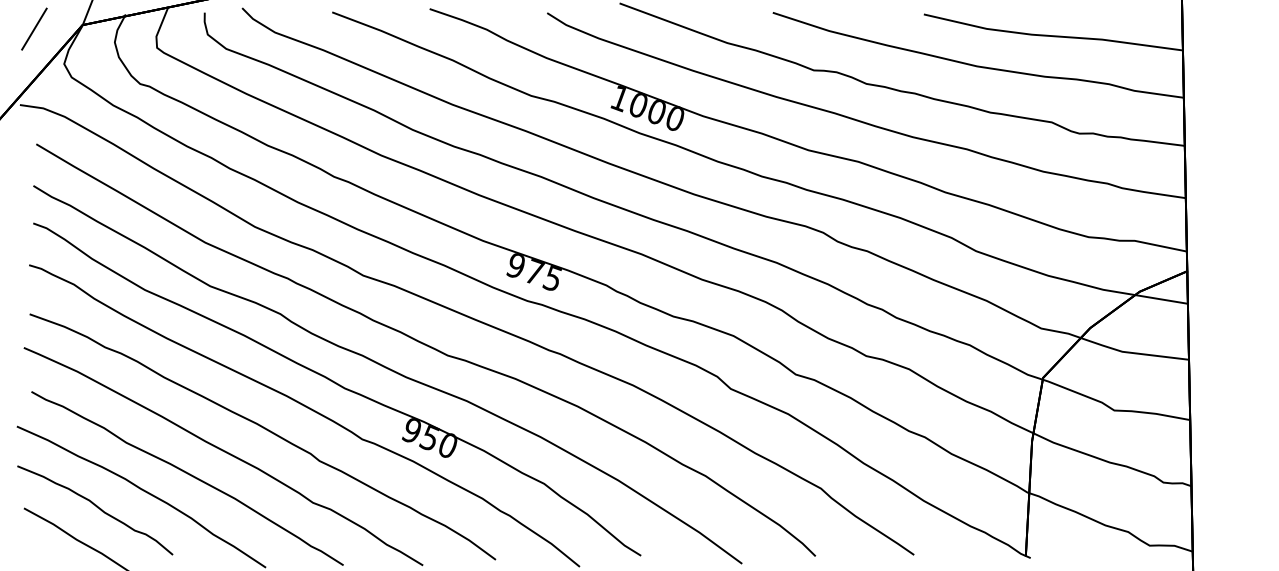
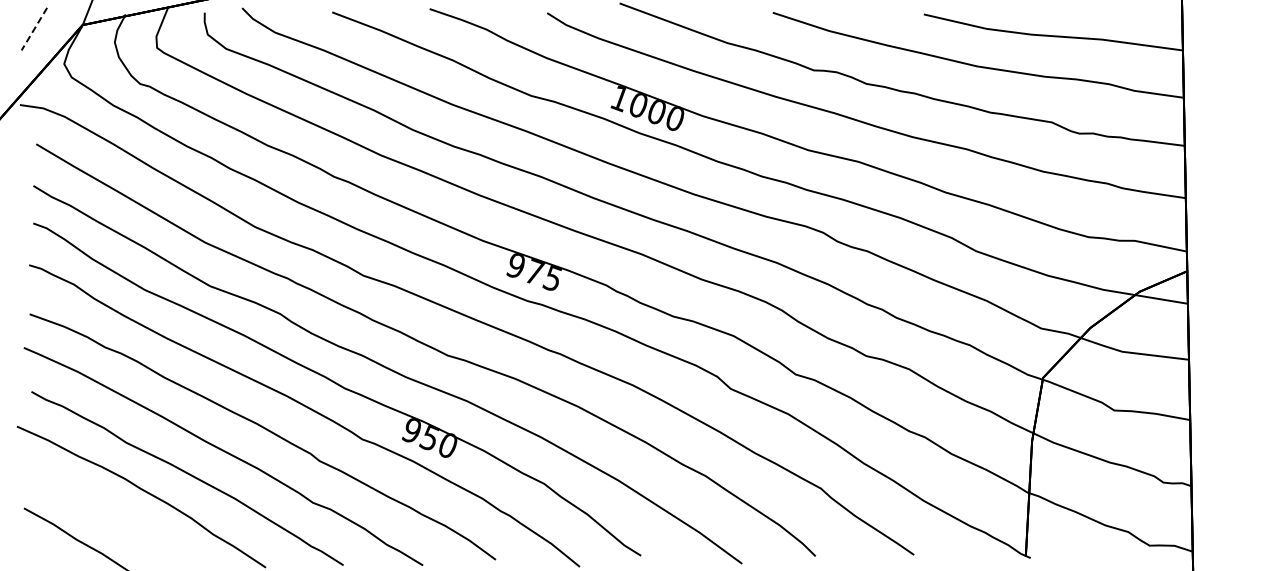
line at (34, 29): solid -> dashed
curve at (97, 508): present -> none
